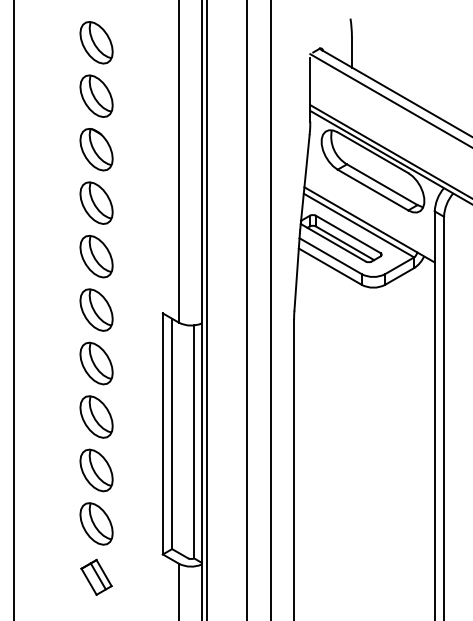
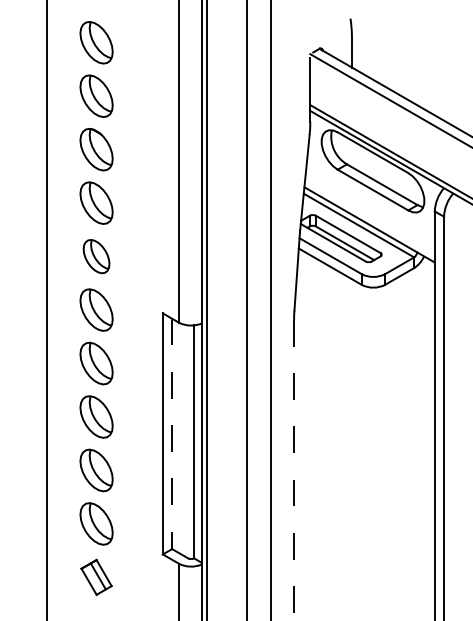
part at (96, 256) size: 35x45 px -> 29x36 px
line at (14, 309) position: (14, 309) -> (47, 309)
line at (172, 434): solid -> dashed
line at (294, 471): solid -> dashed
